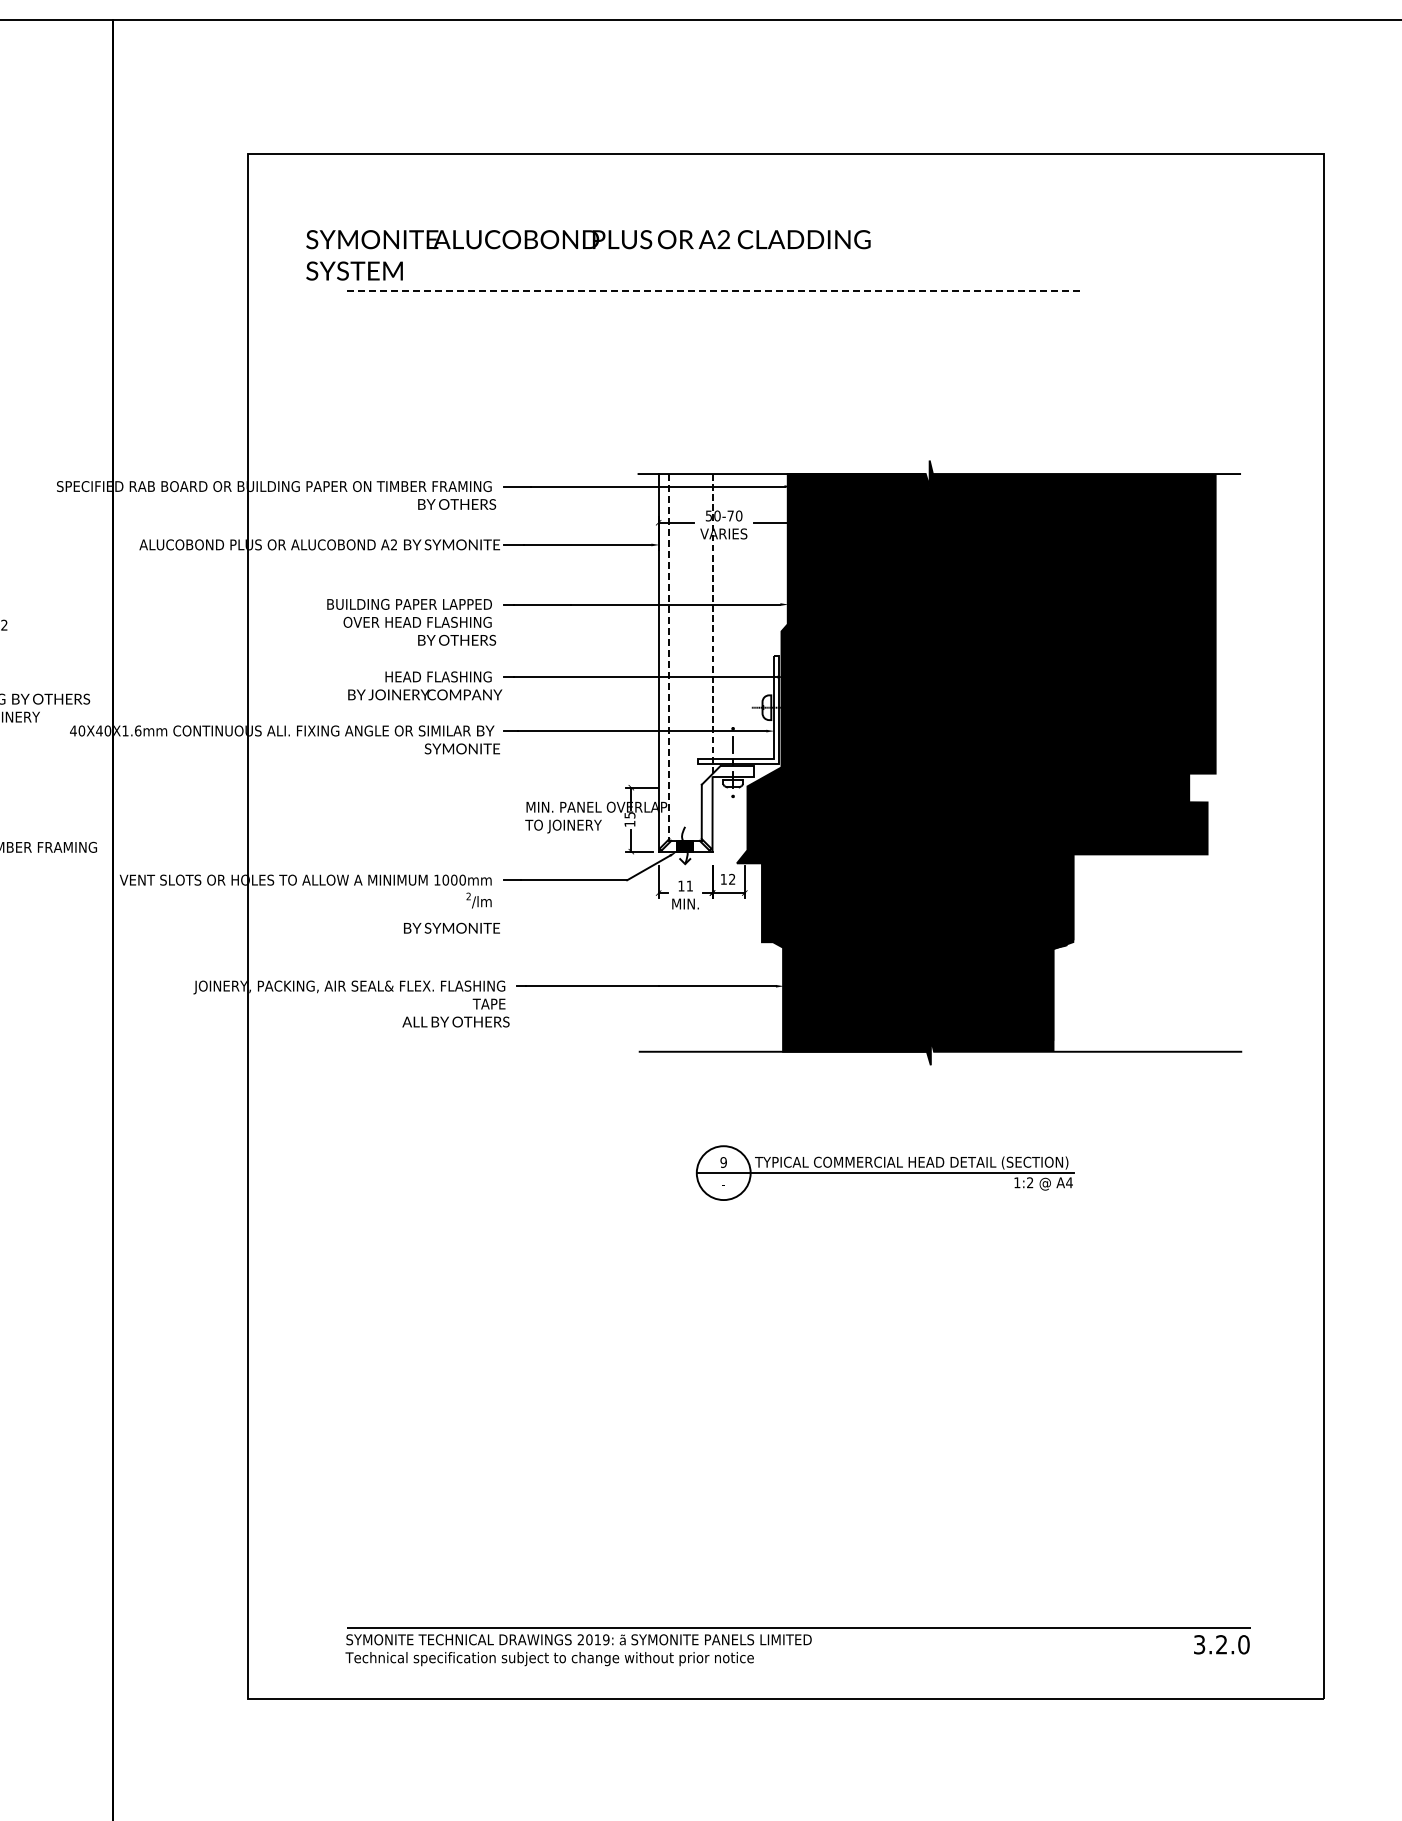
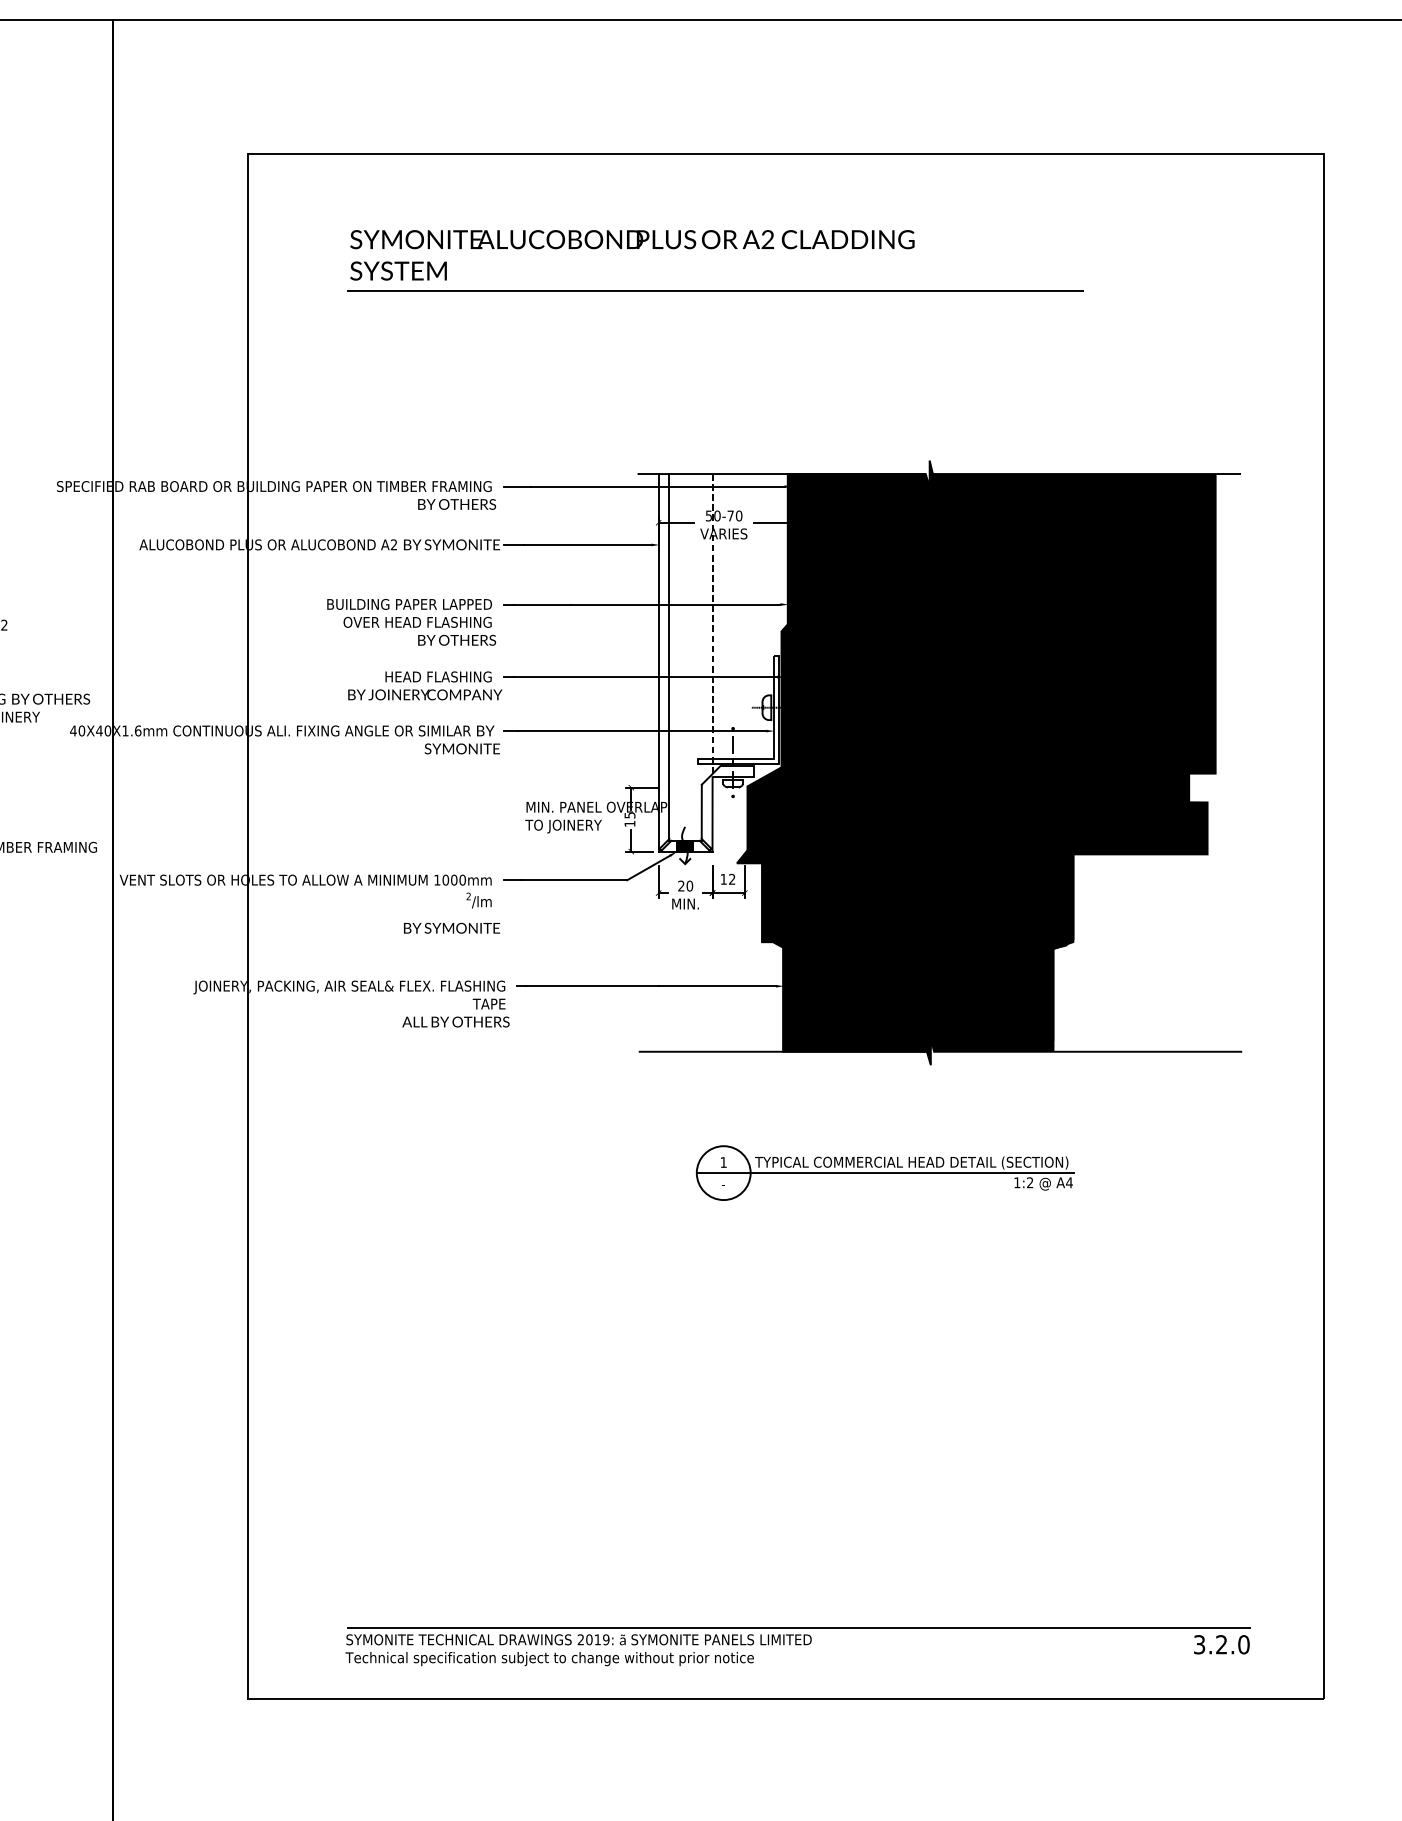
text at (588, 255) position: (588, 255) -> (632, 255)
line at (715, 290): dashed -> solid
line at (669, 657): dashed -> solid
text at (685, 885): 11 -> 20
text at (723, 1162): 9 -> 1
